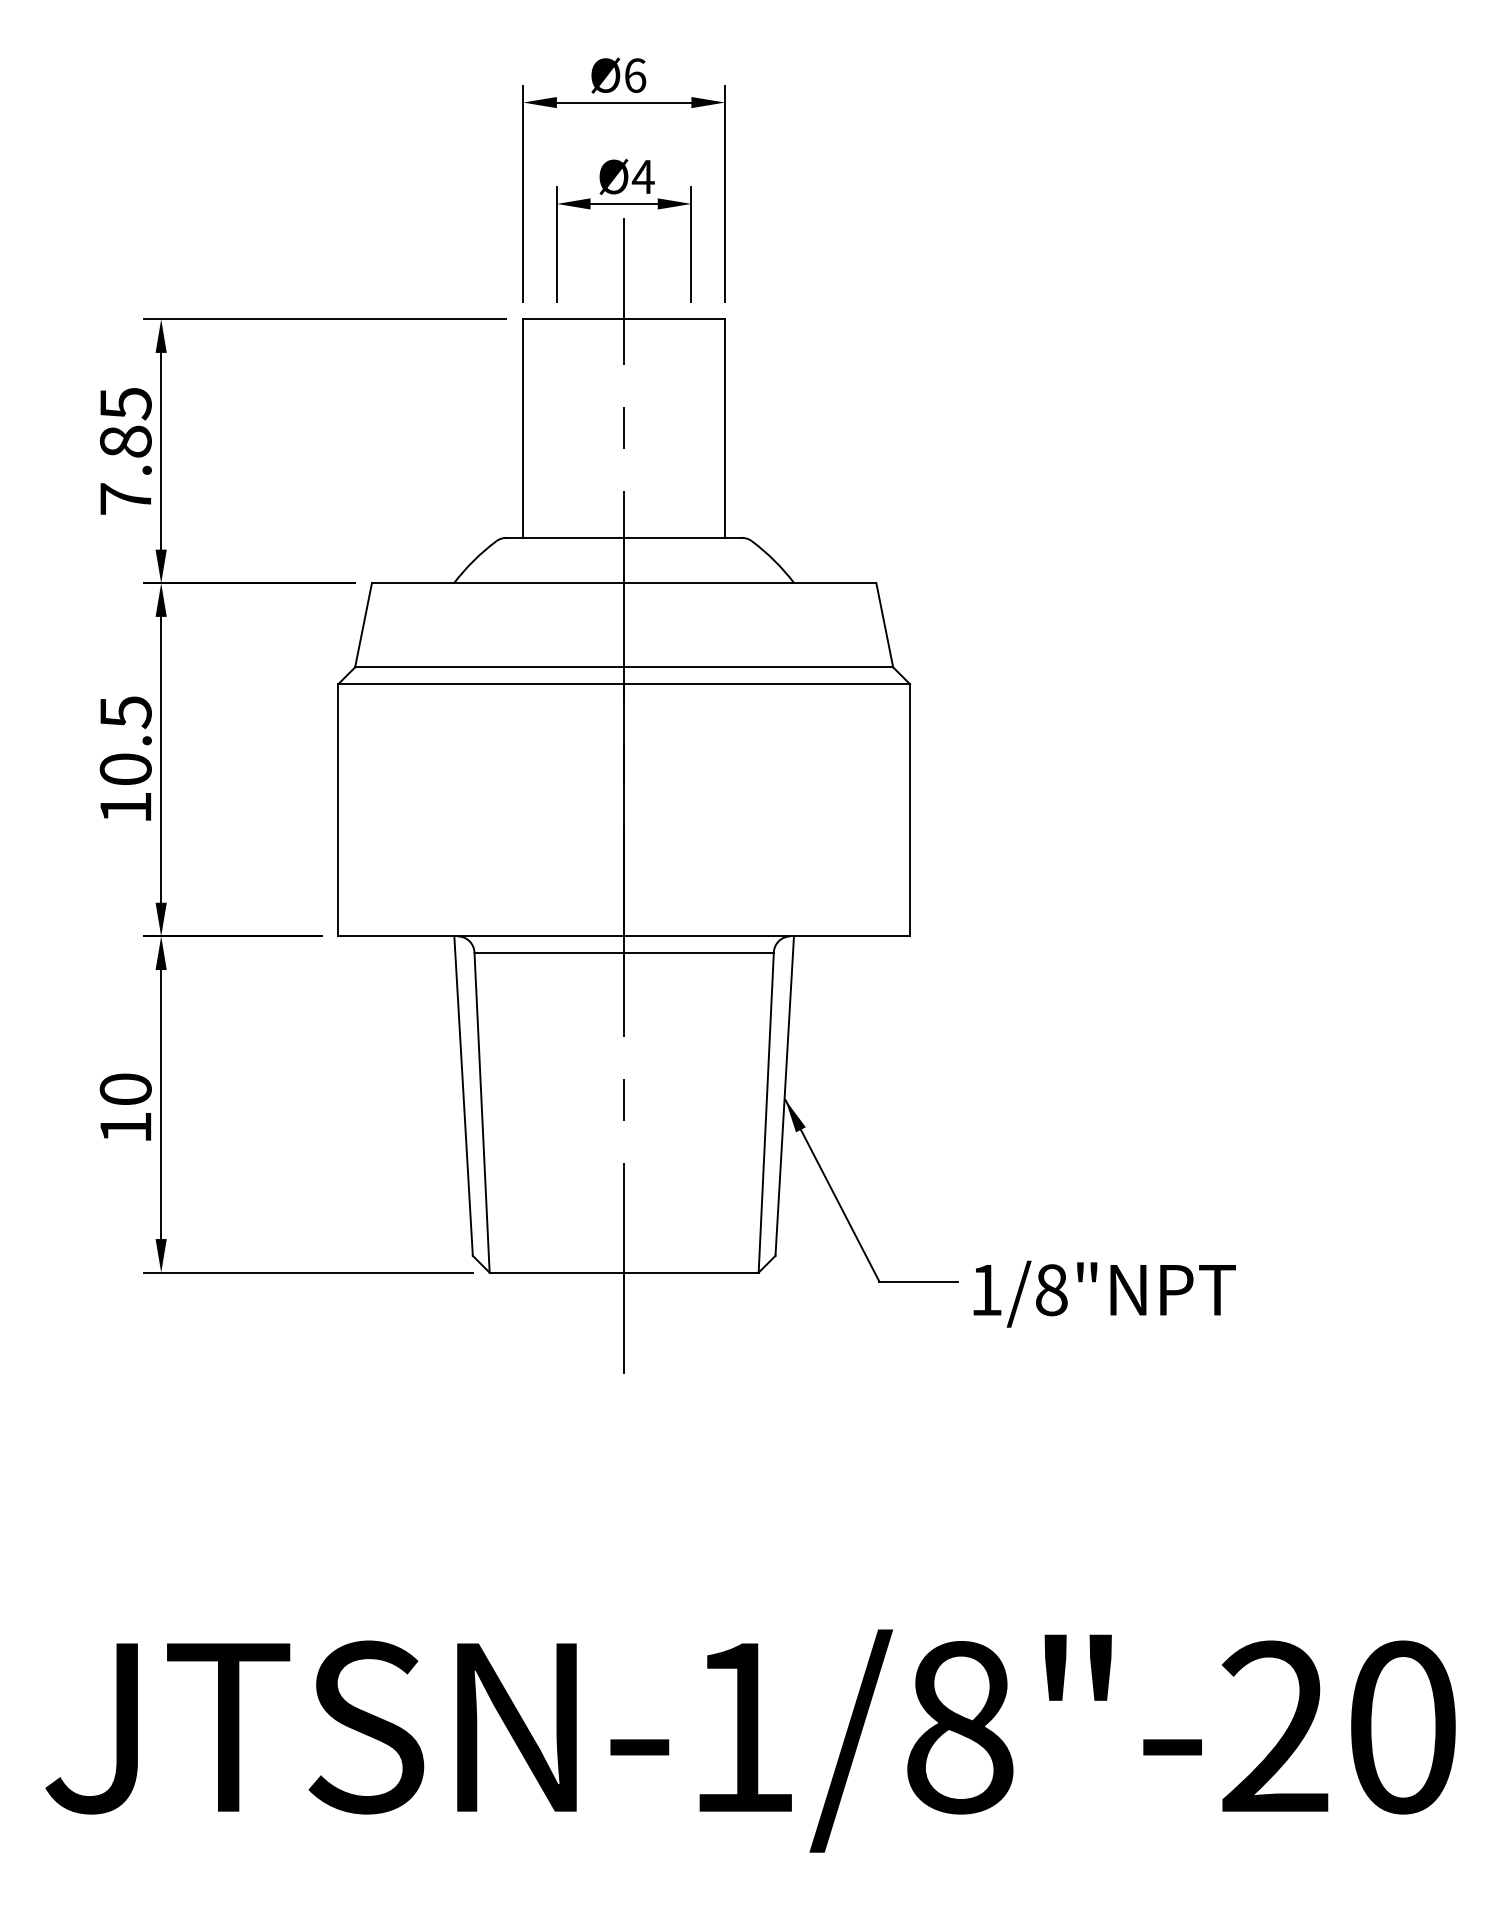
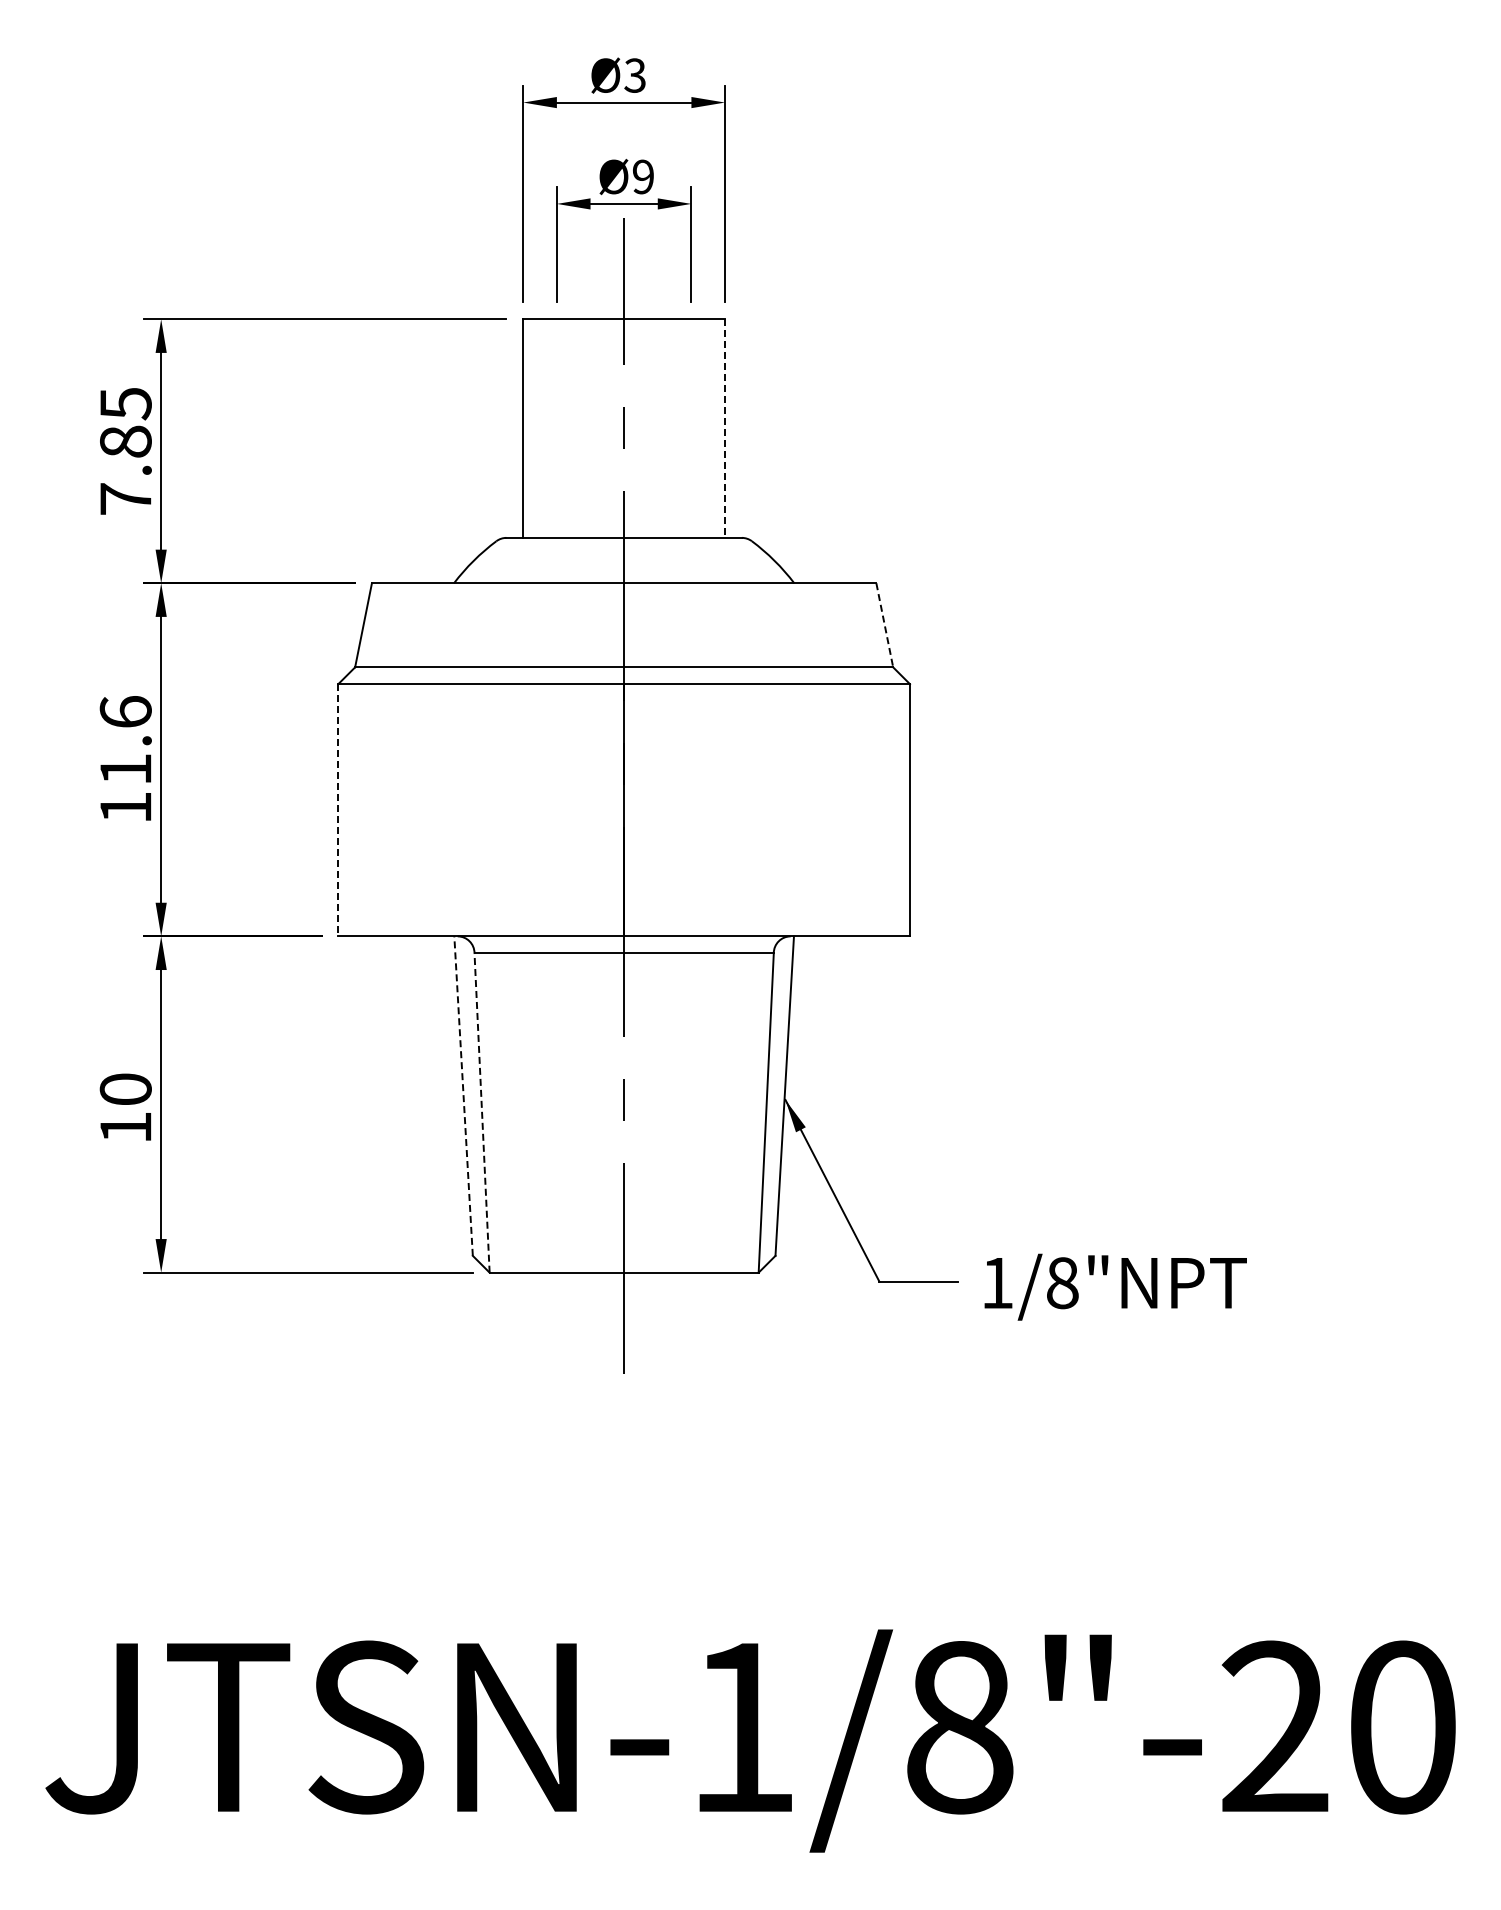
text at (635, 75): Ø6 -> Ø3
text at (642, 176): Ø4 -> Ø9
line at (725, 429): solid -> dashed
line at (884, 625): solid -> dashed
text at (125, 740): 10.5 -> 11.6
line at (338, 810): solid -> dashed
line at (463, 1095): solid -> dashed
line at (482, 1112): solid -> dashed
text at (1104, 1293) position: (1104, 1293) -> (1115, 1286)
